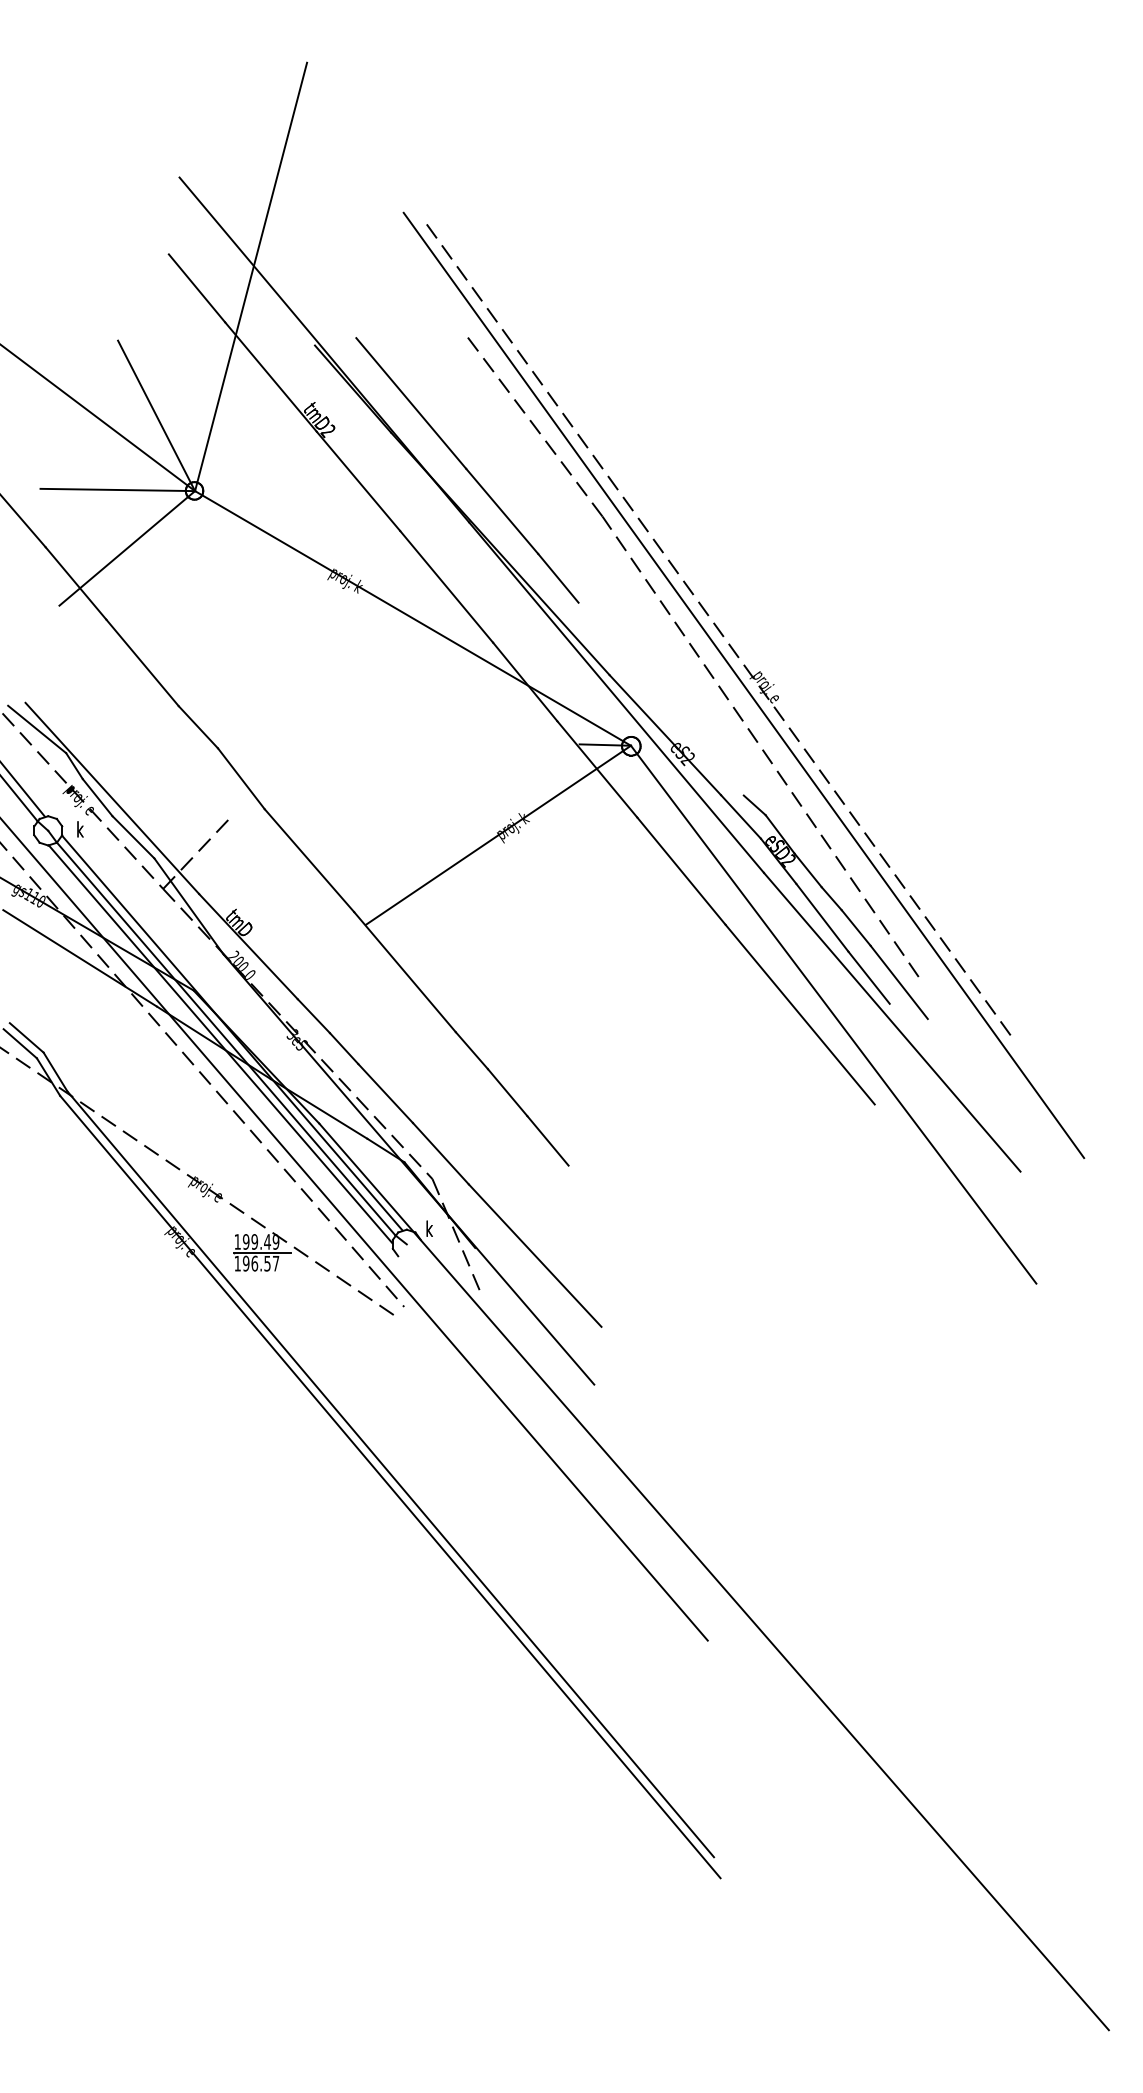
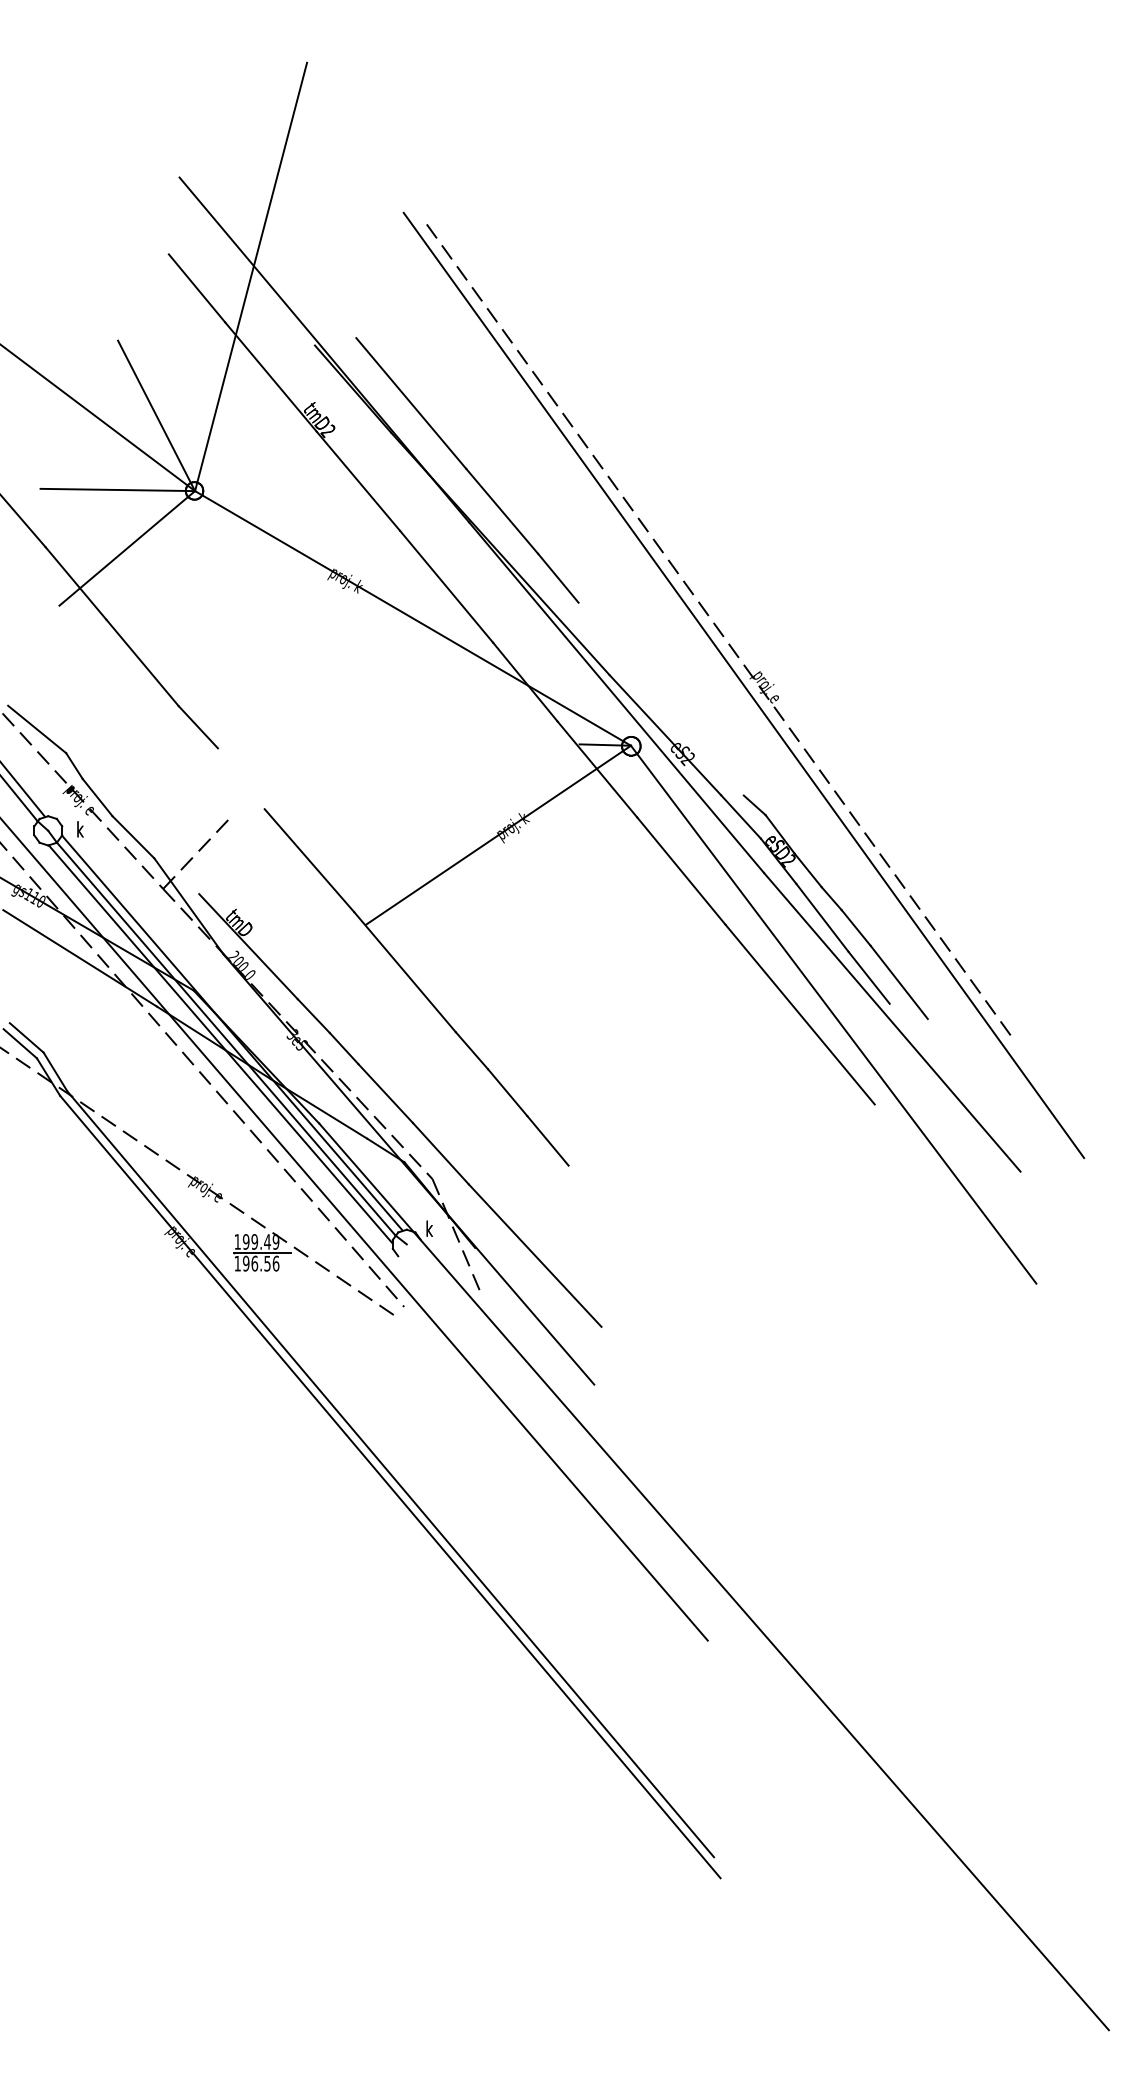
part at (693, 657): present -> none
line at (240, 778): present -> none
line at (112, 798): present -> none
text at (275, 1263): 196.57 -> 196.56
